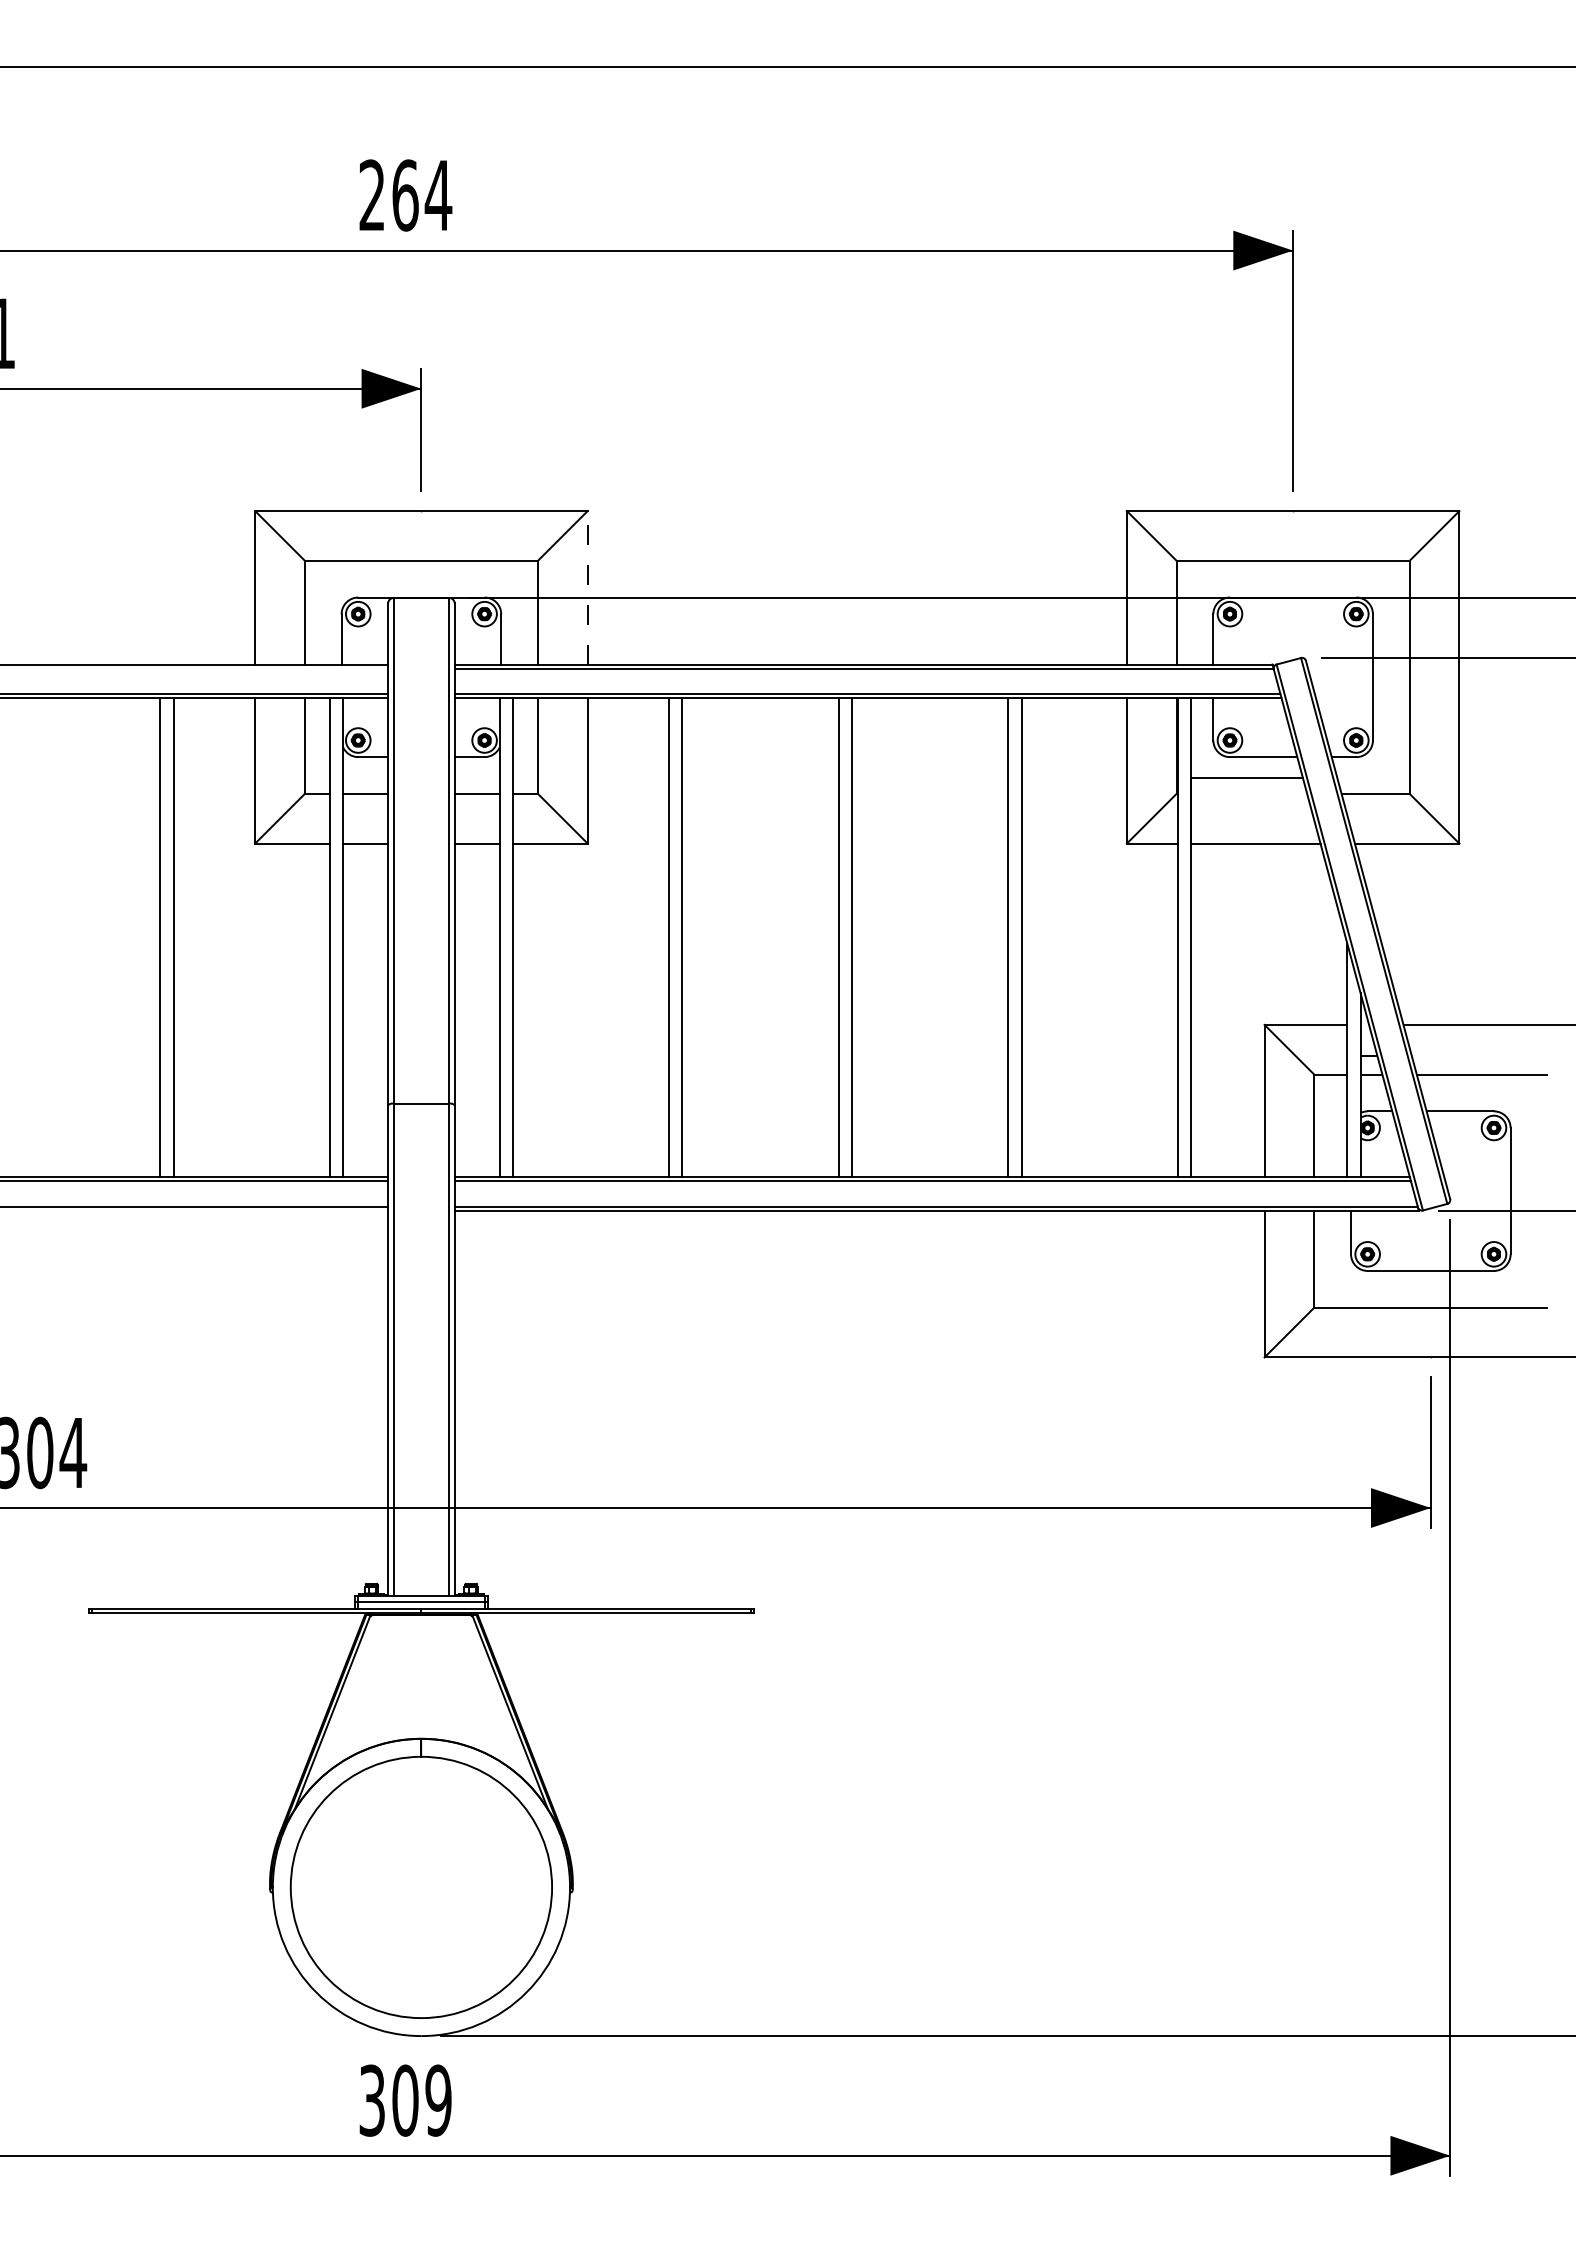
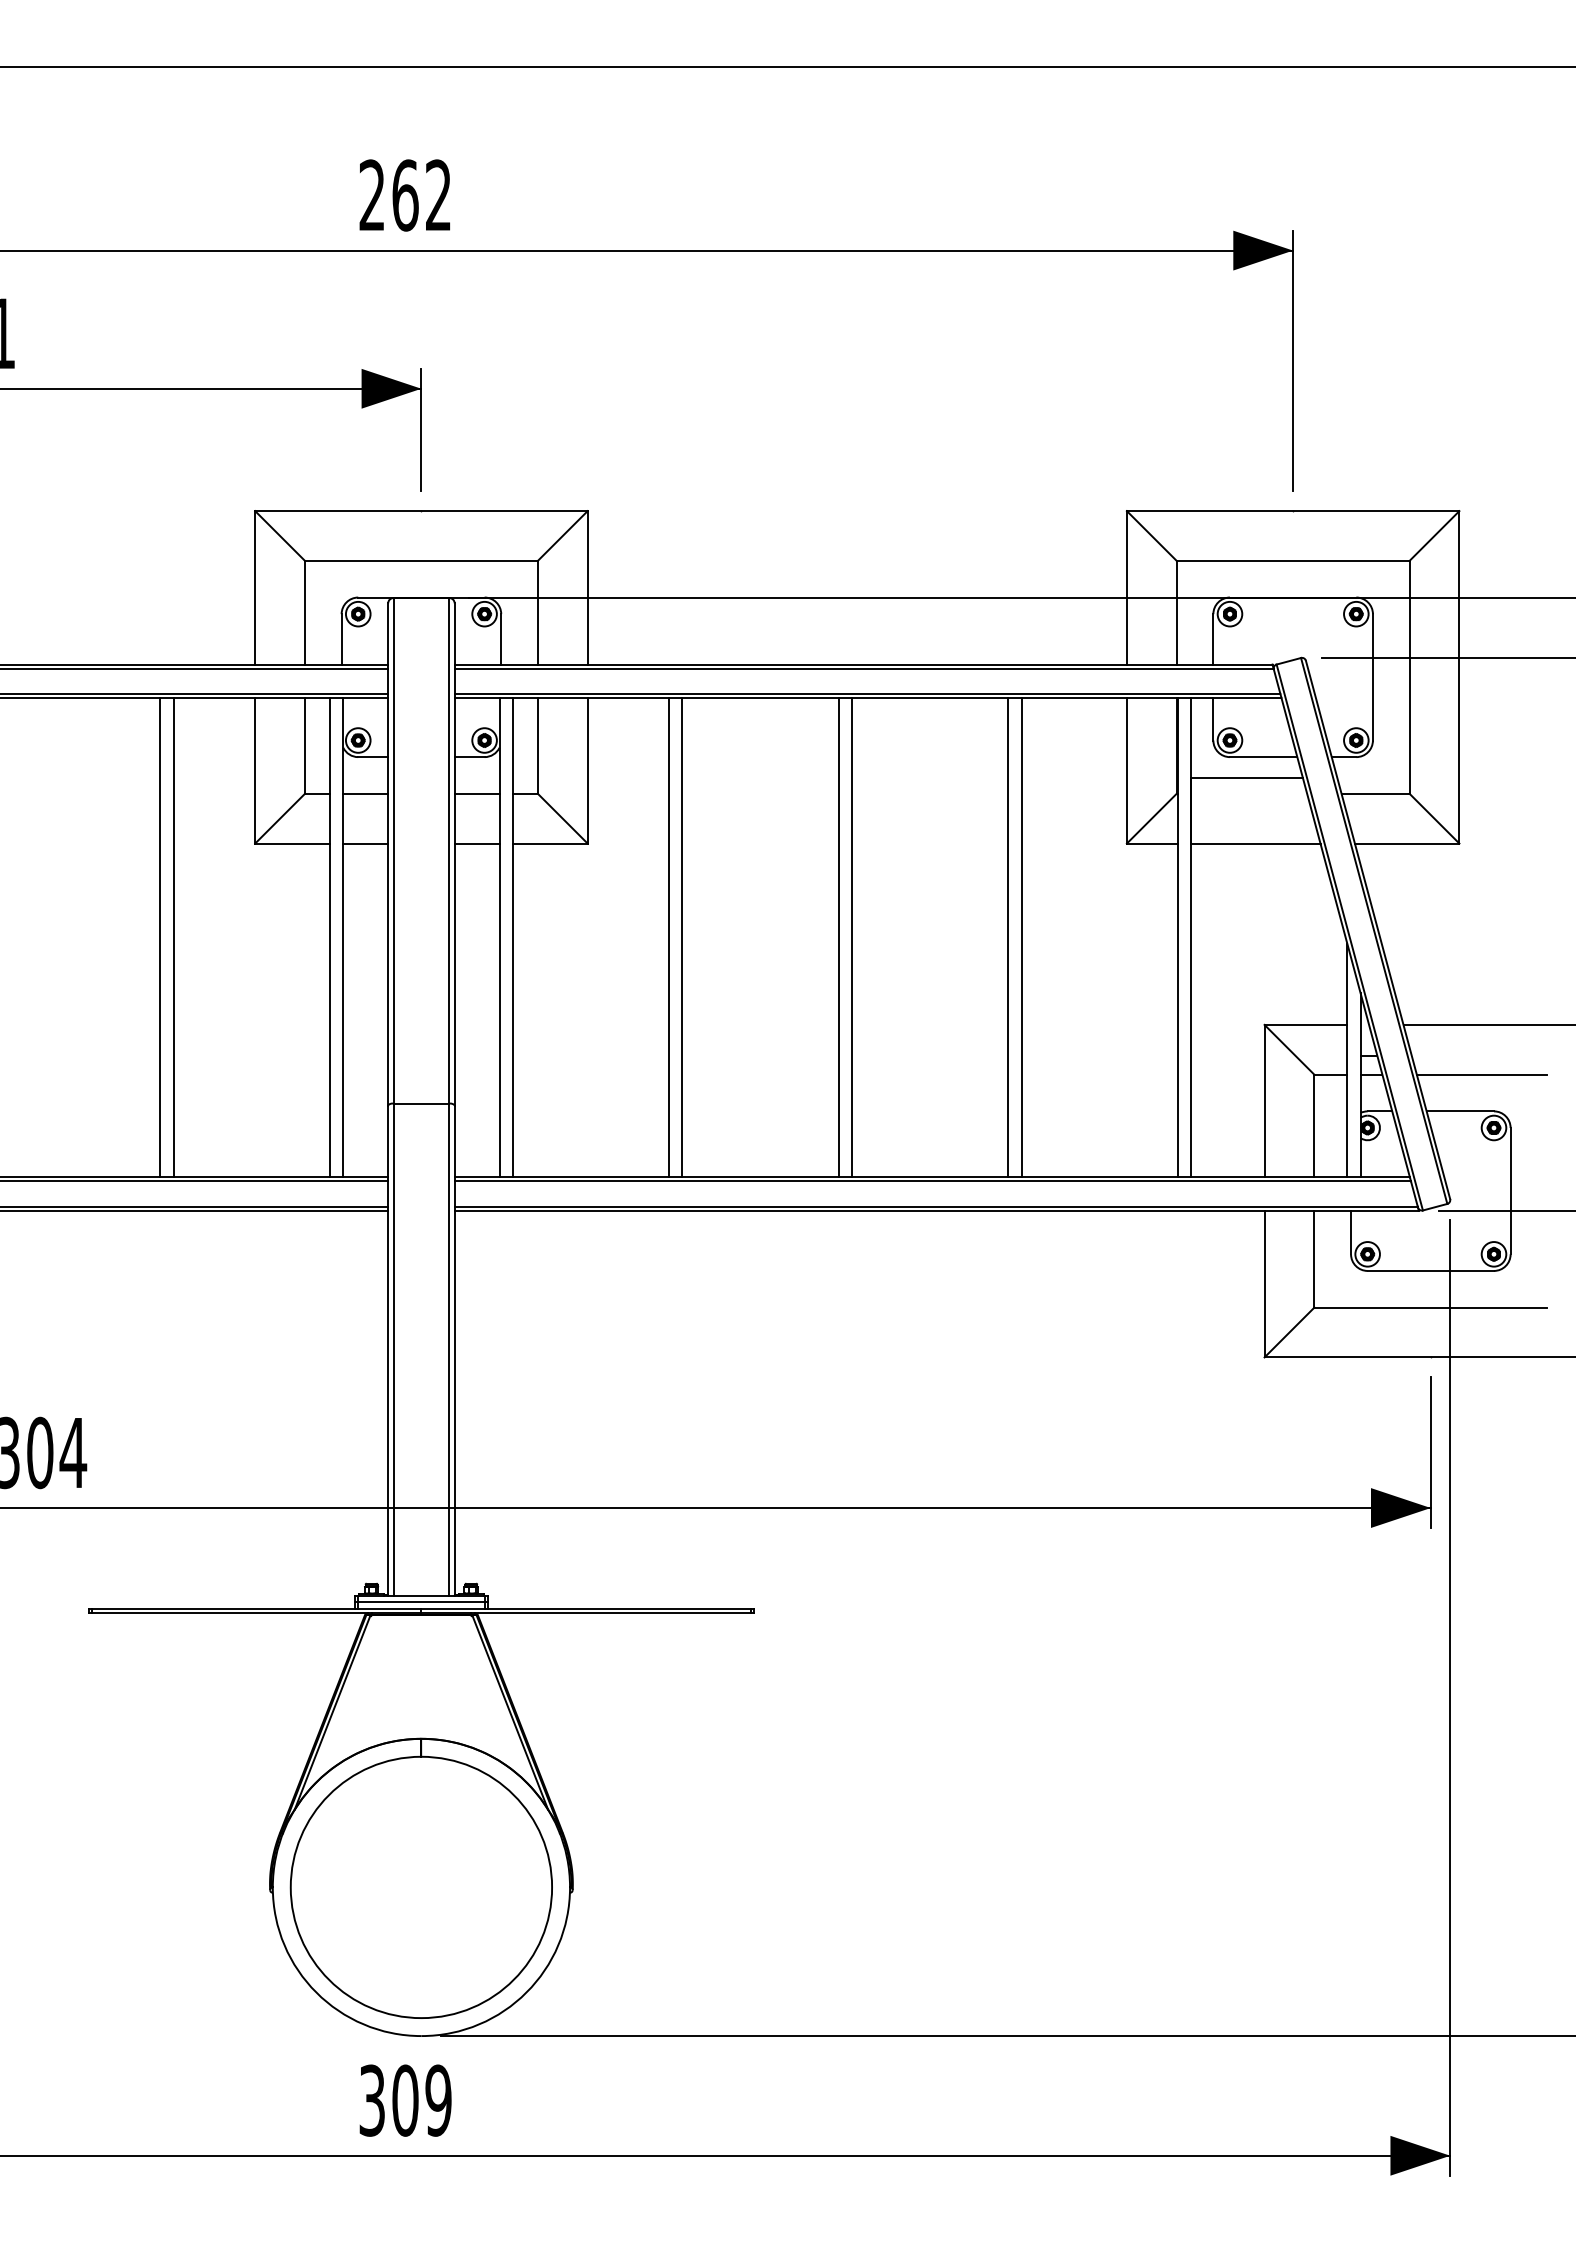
text at (438, 194): 264 -> 262
line at (587, 587): dashed -> solid
line at (195, 668): none -> present
line at (195, 1210): none -> present
